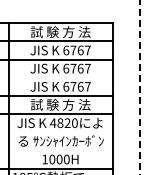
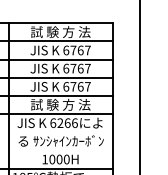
line at (57, 77): none -> present
line at (139, 87): dashed -> solid
text at (63, 123): 4820 -> 6266
